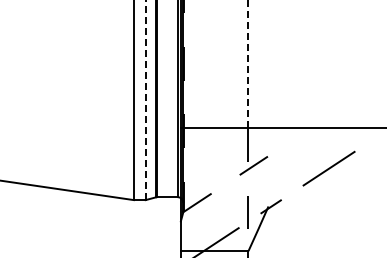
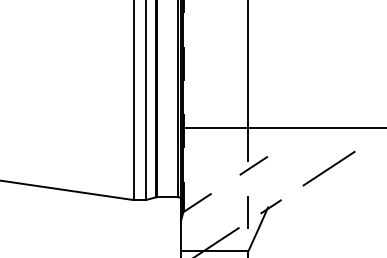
line at (248, 64): dashed -> solid
line at (145, 100): dashed -> solid
